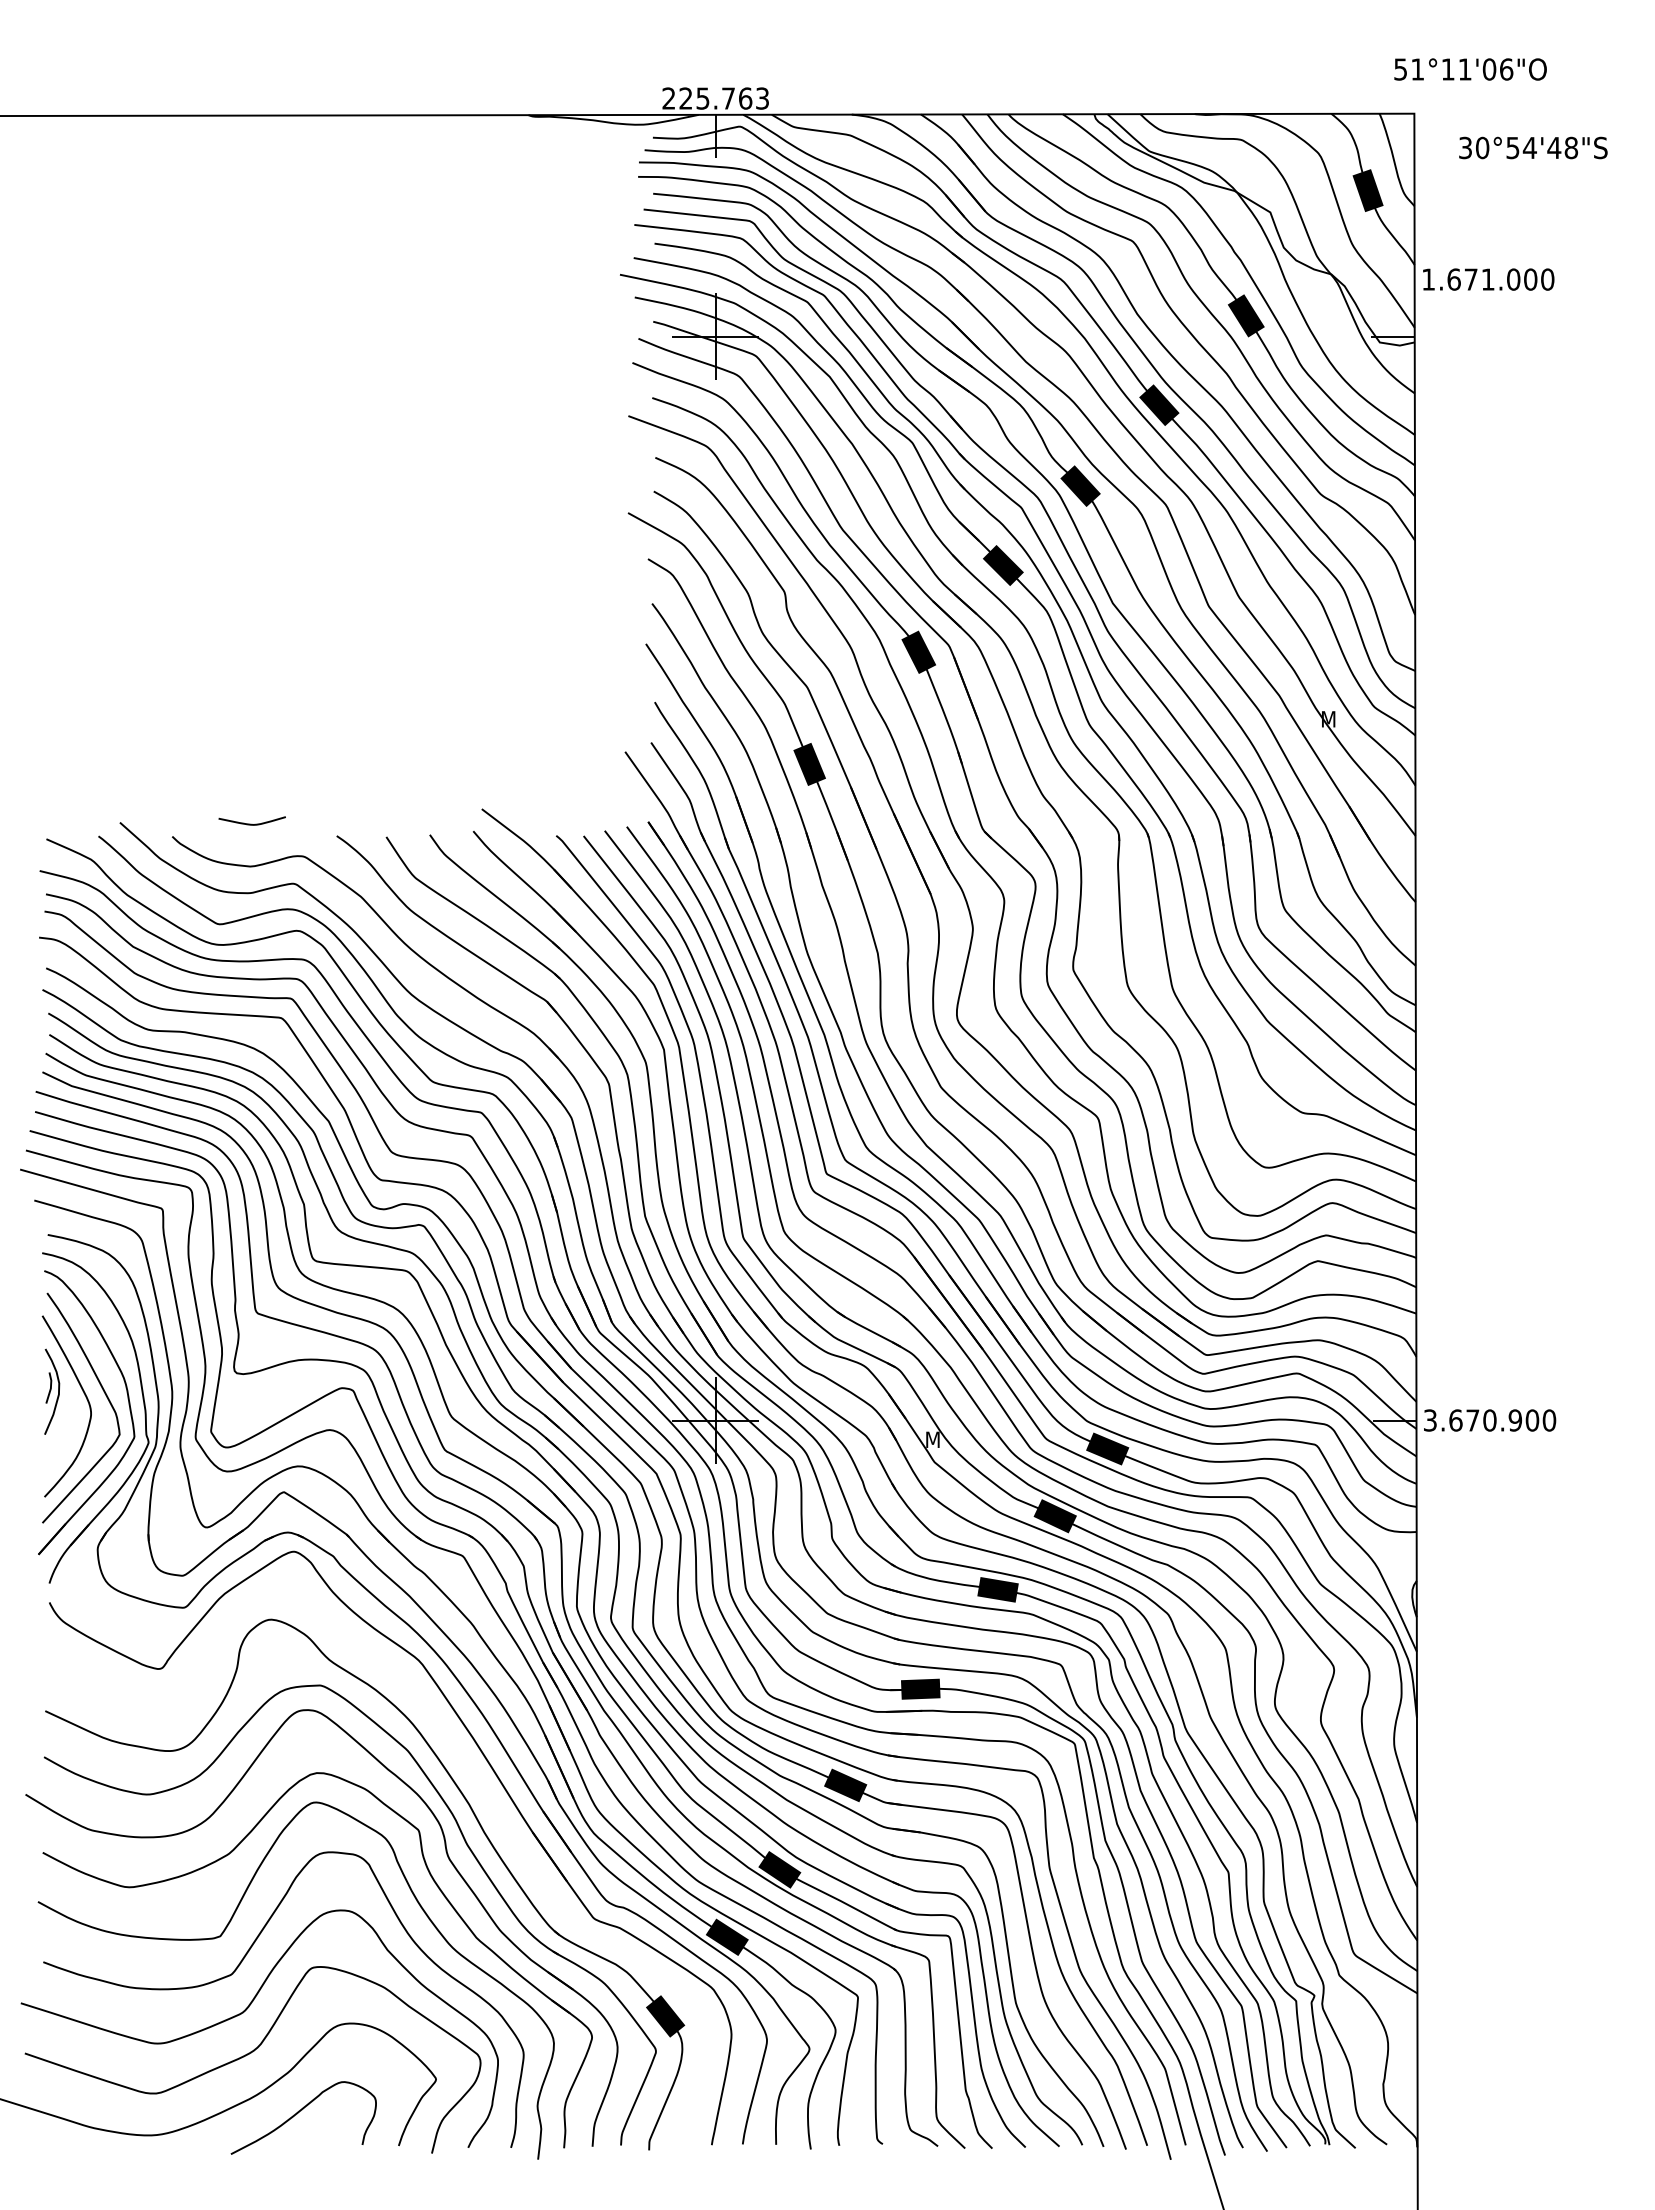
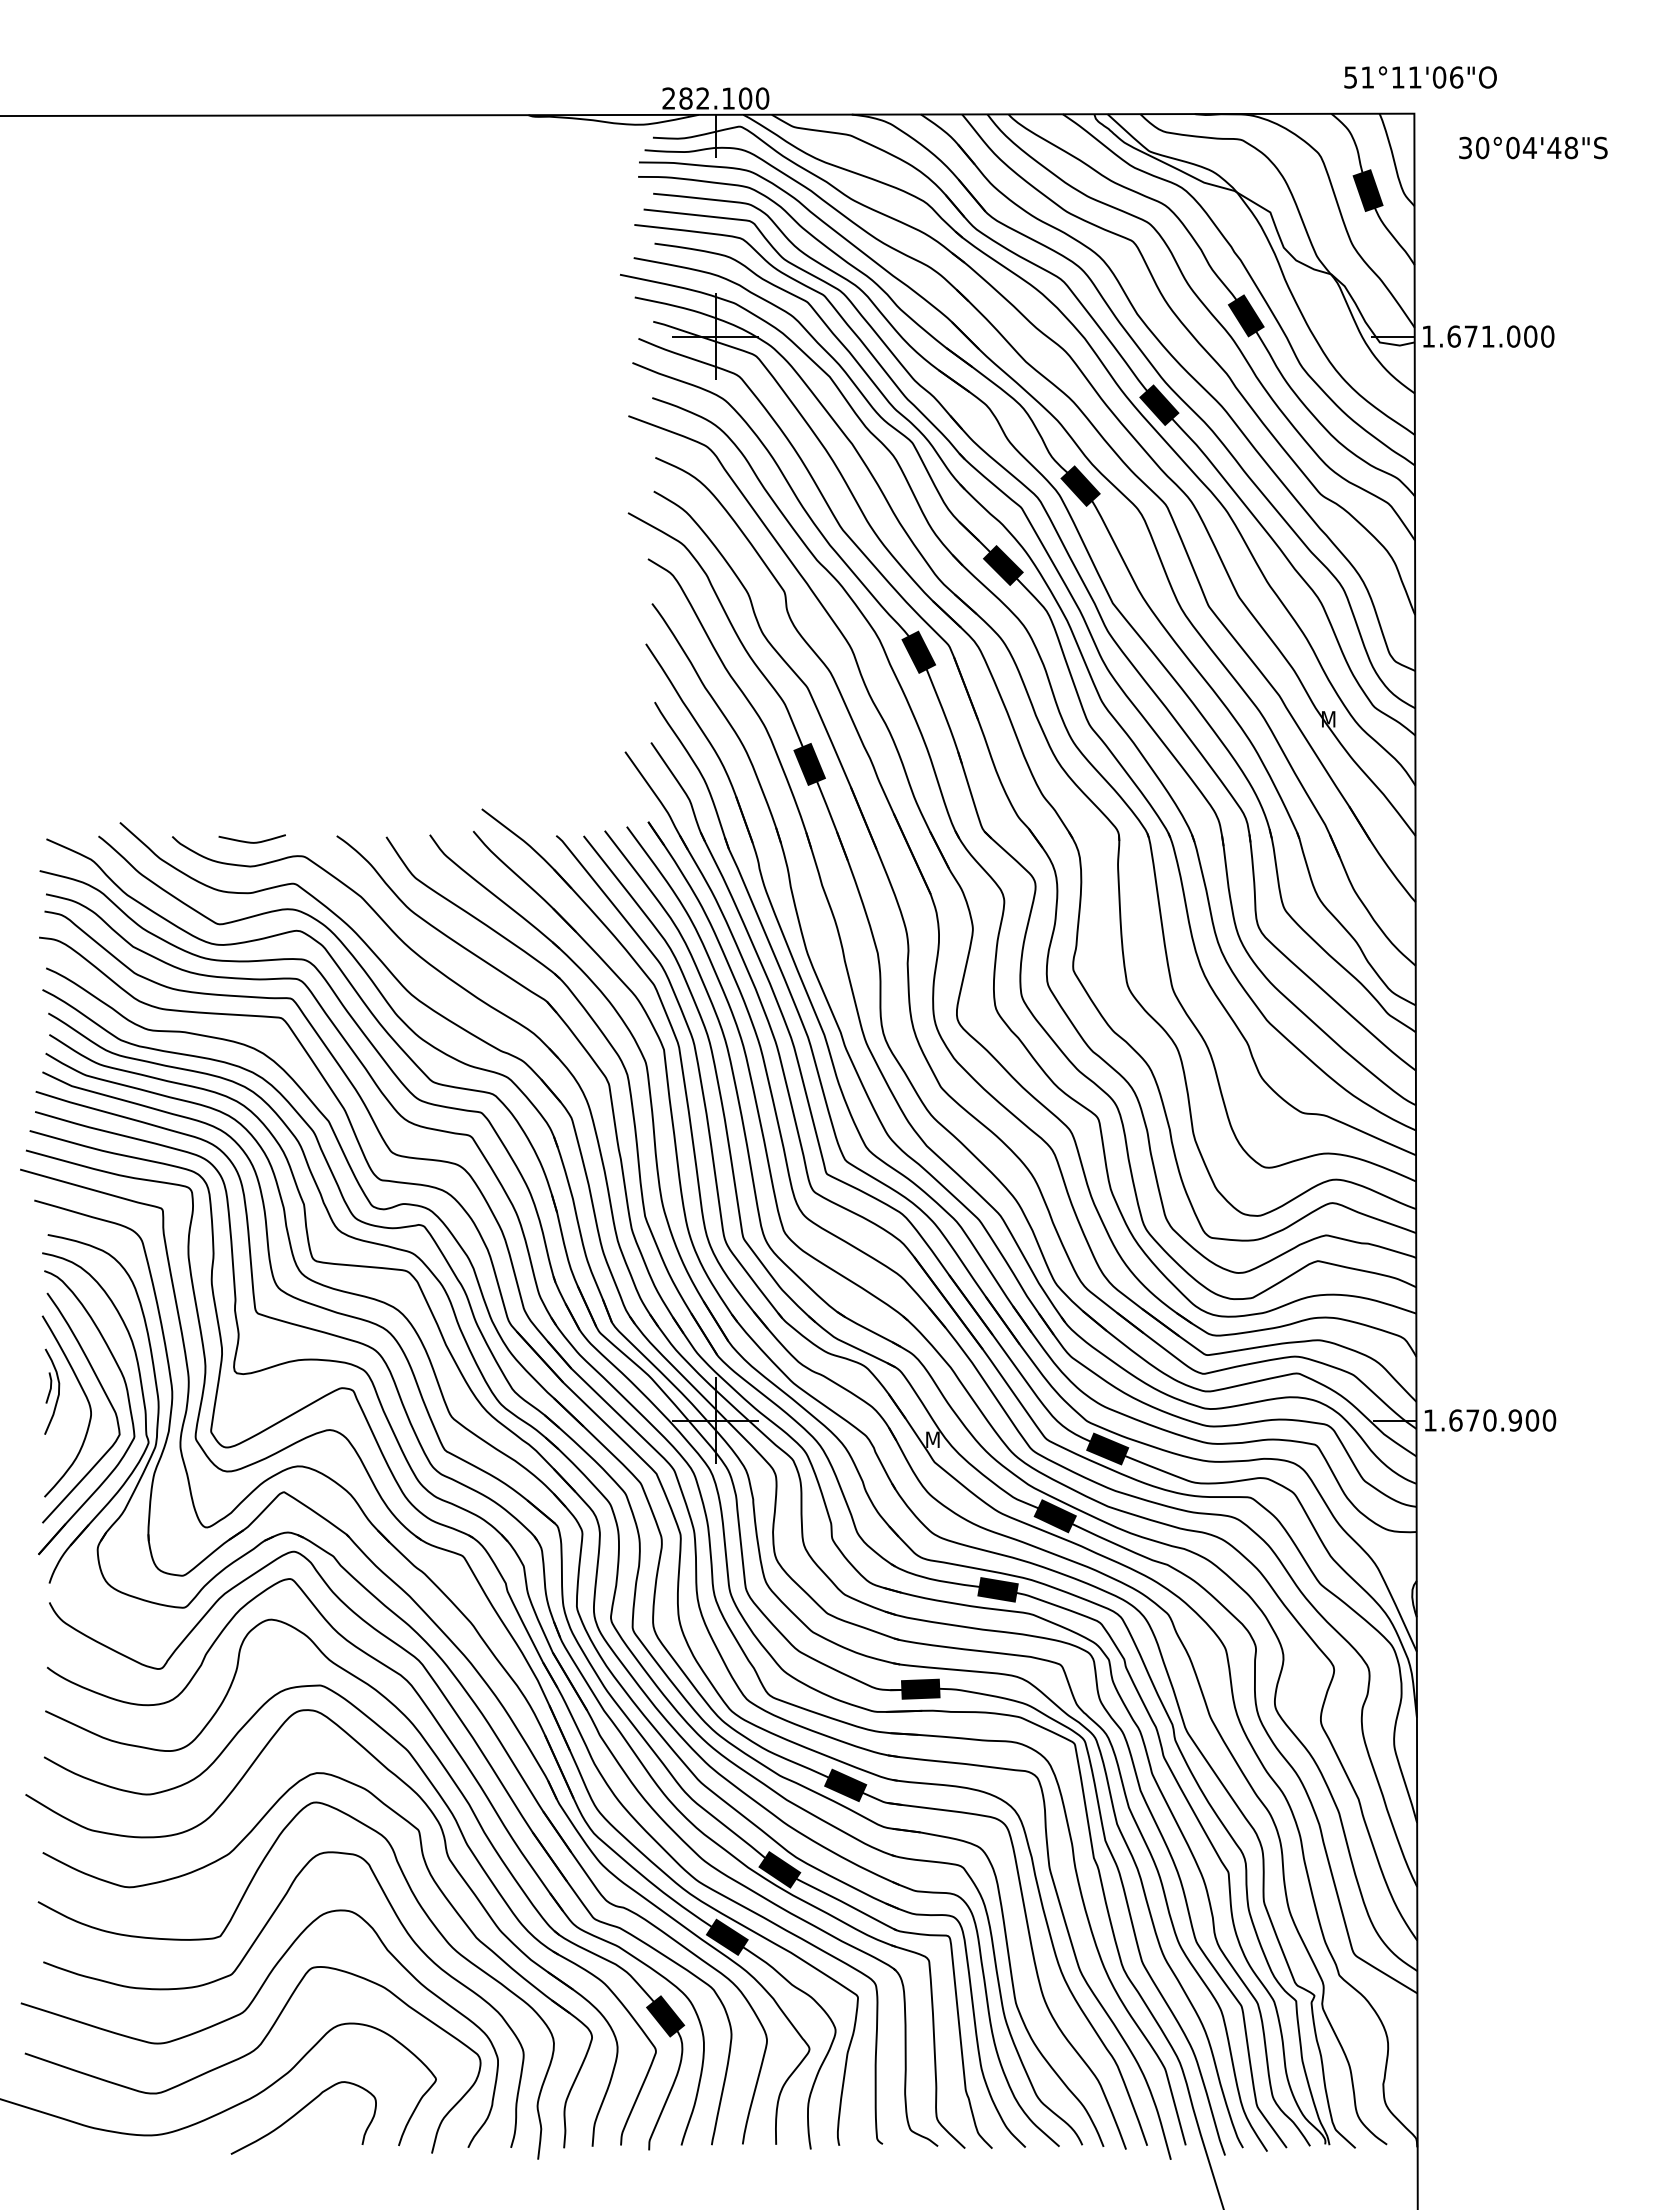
text at (1470, 69) position: (1470, 69) -> (1420, 77)
text at (724, 98): 225.763 -> 282.100
text at (1512, 147): 30°54'48"S -> 30°04'48"S
text at (1488, 279) position: (1488, 279) -> (1488, 336)
curve at (251, 823) position: (251, 823) -> (251, 841)
text at (1430, 1420): 3.670.900 -> 1.670.900
part at (484, 1795): none -> present
